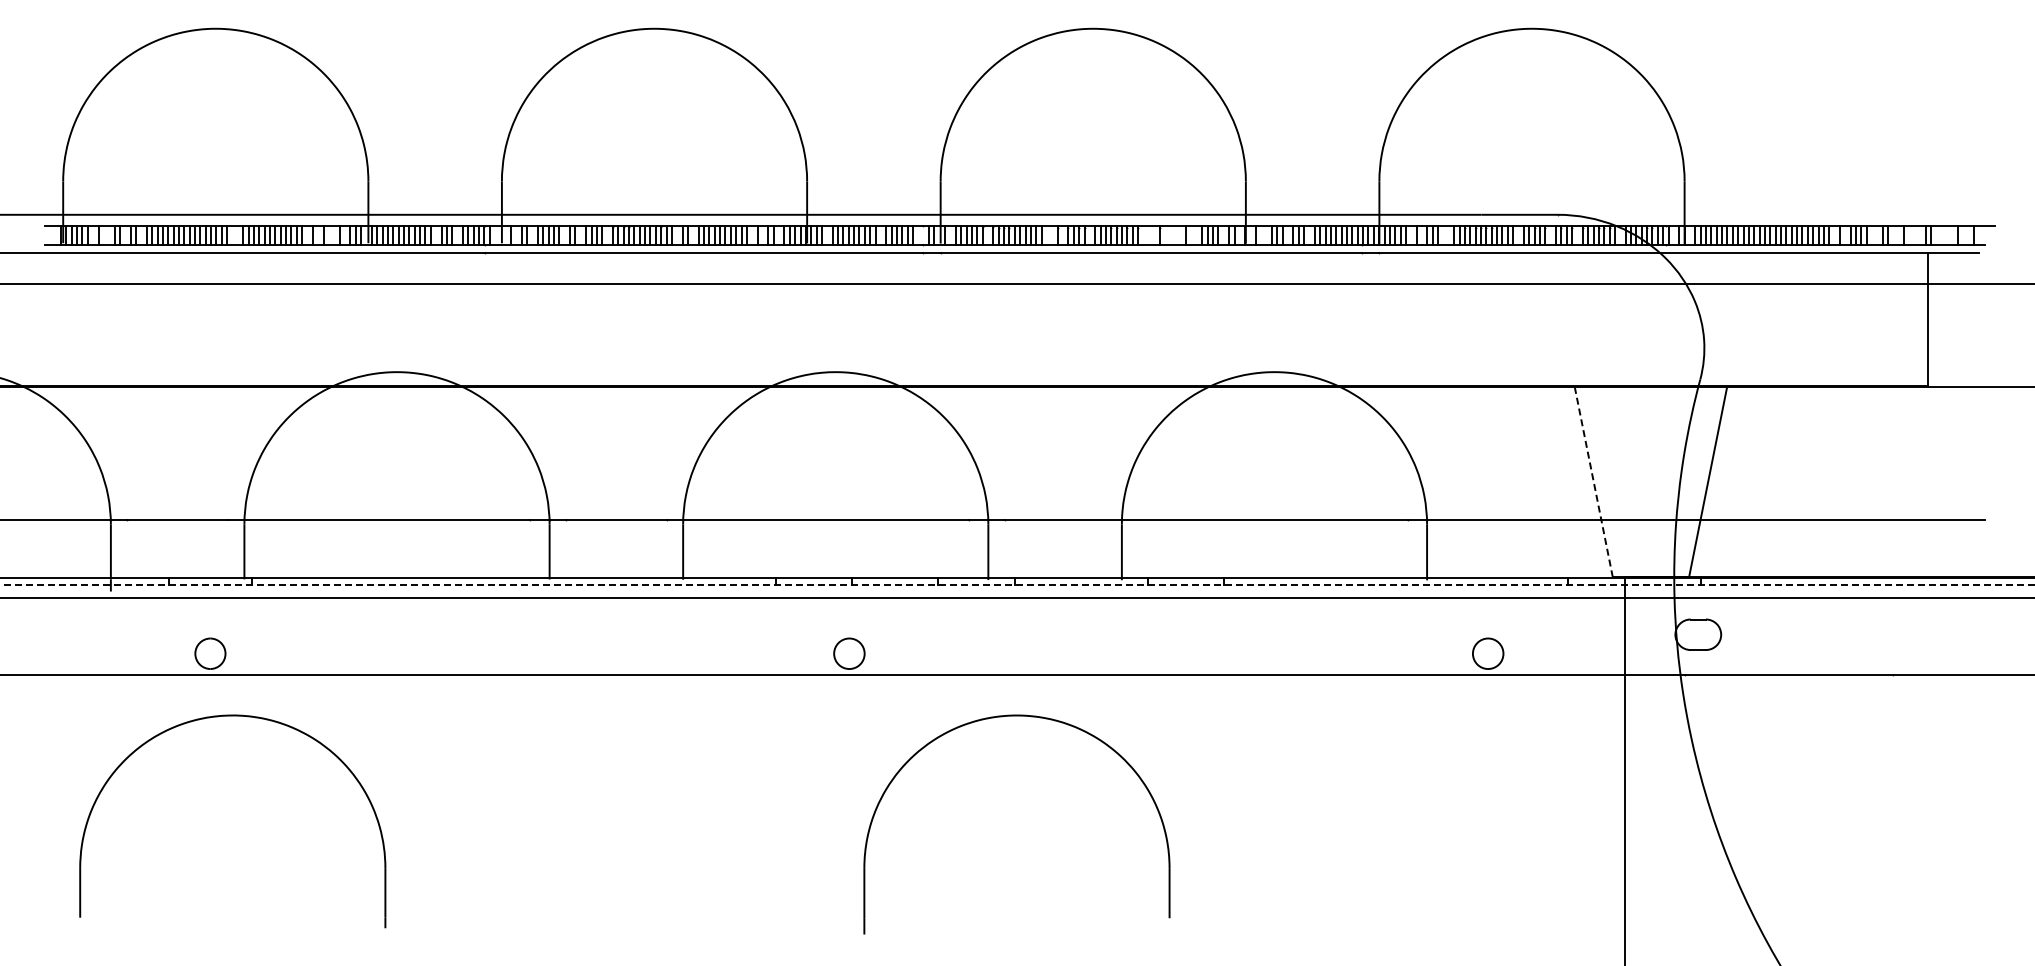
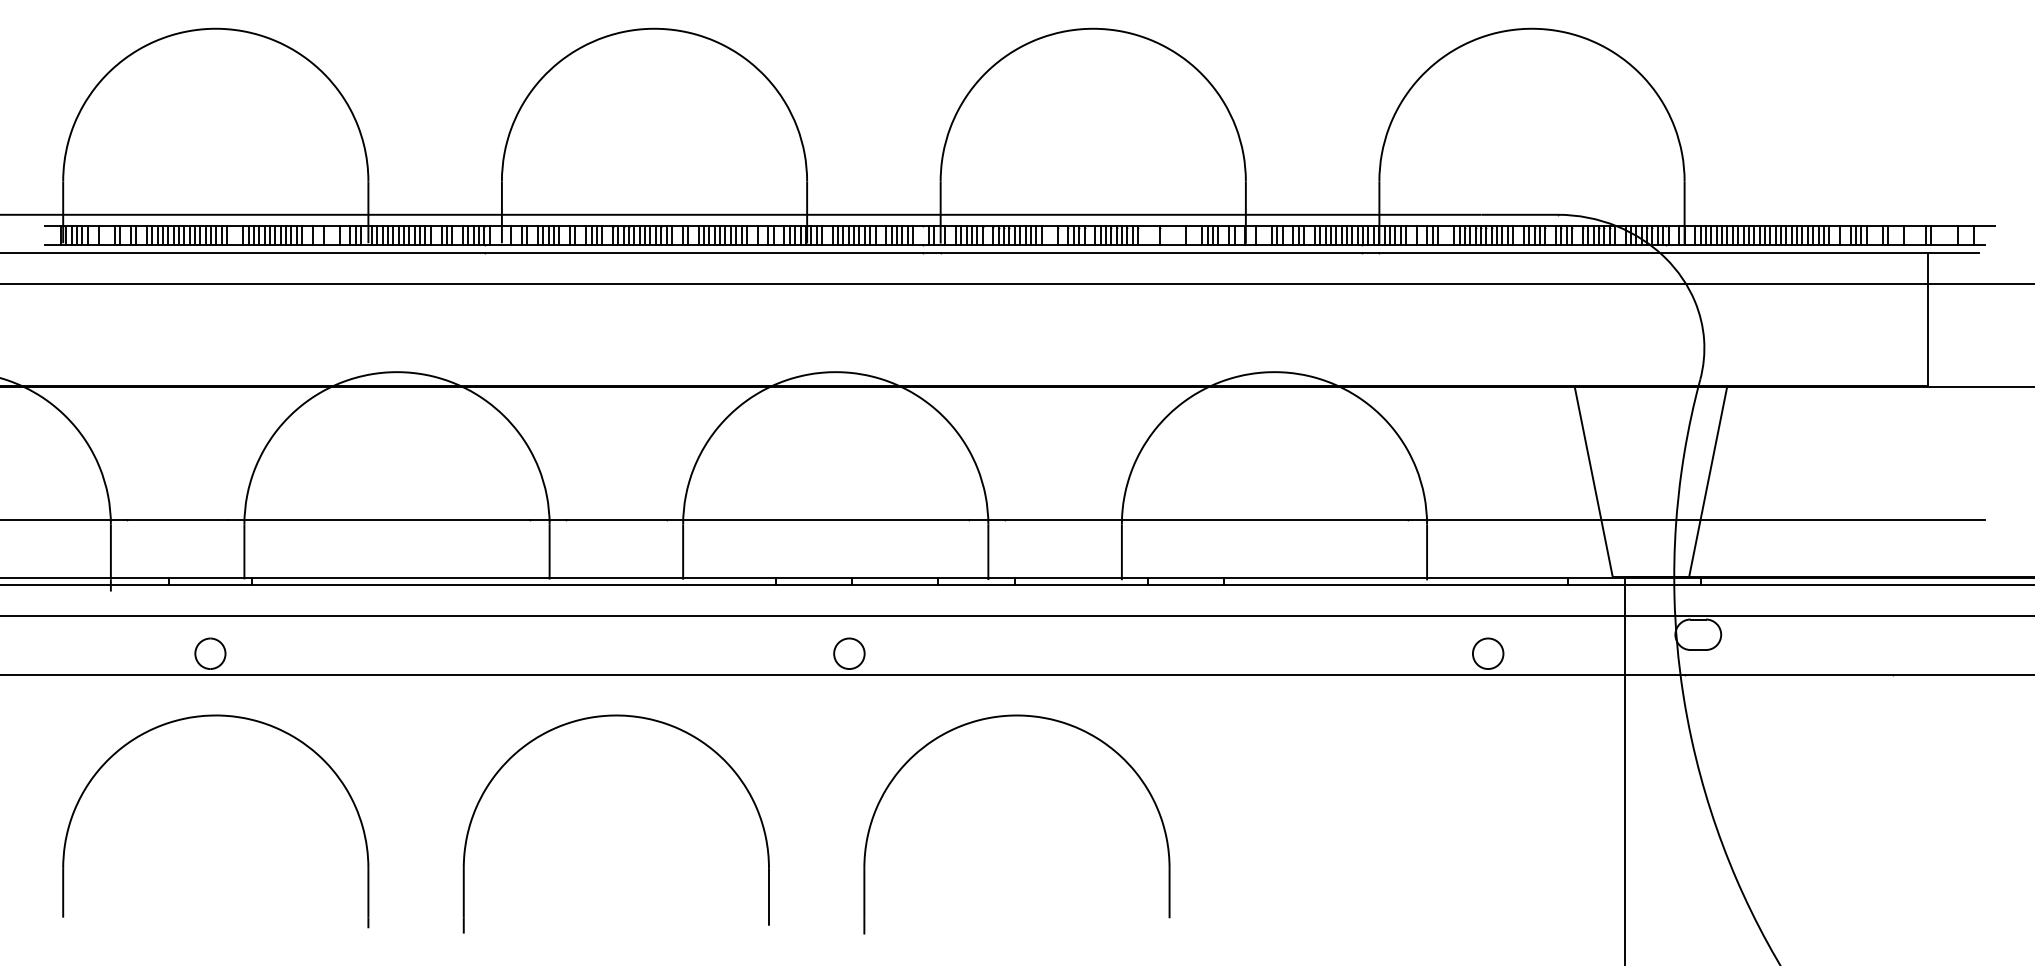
line at (1593, 481): dashed -> solid
line at (1017, 585): dashed -> solid
line at (1016, 597) position: (1016, 597) -> (1016, 615)
part at (218, 717) position: (218, 717) -> (201, 717)
part at (601, 717): none -> present
